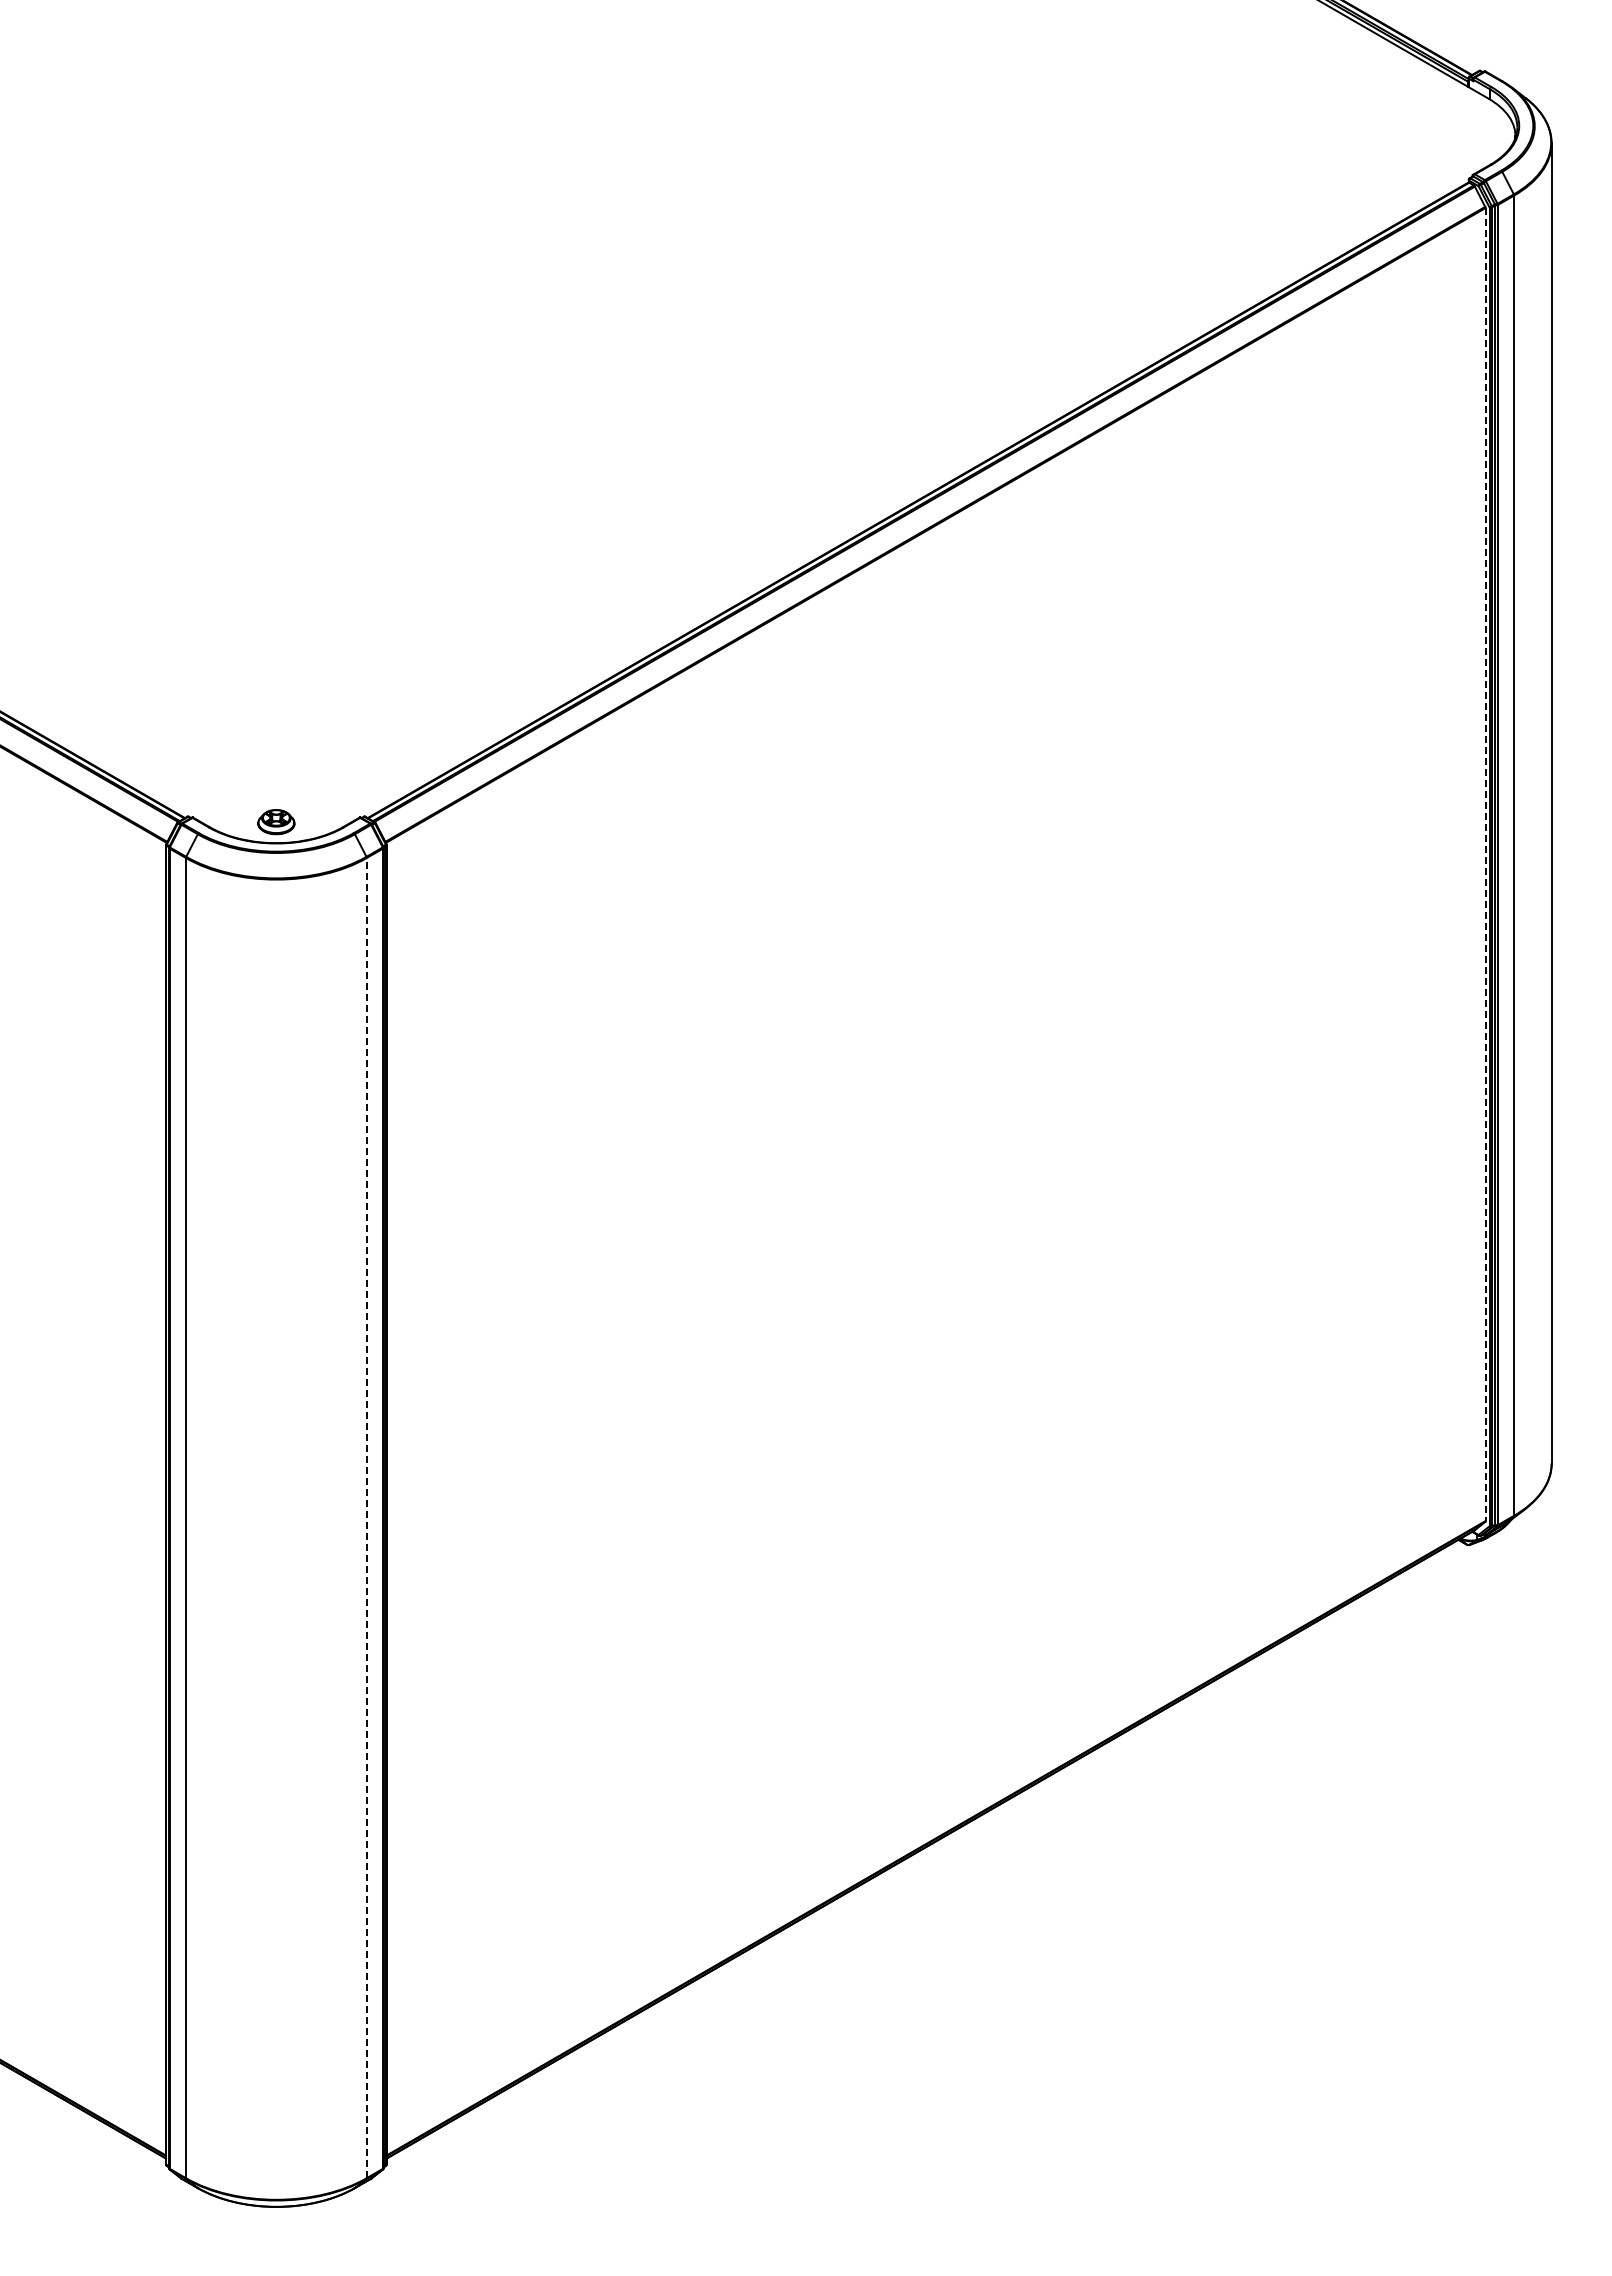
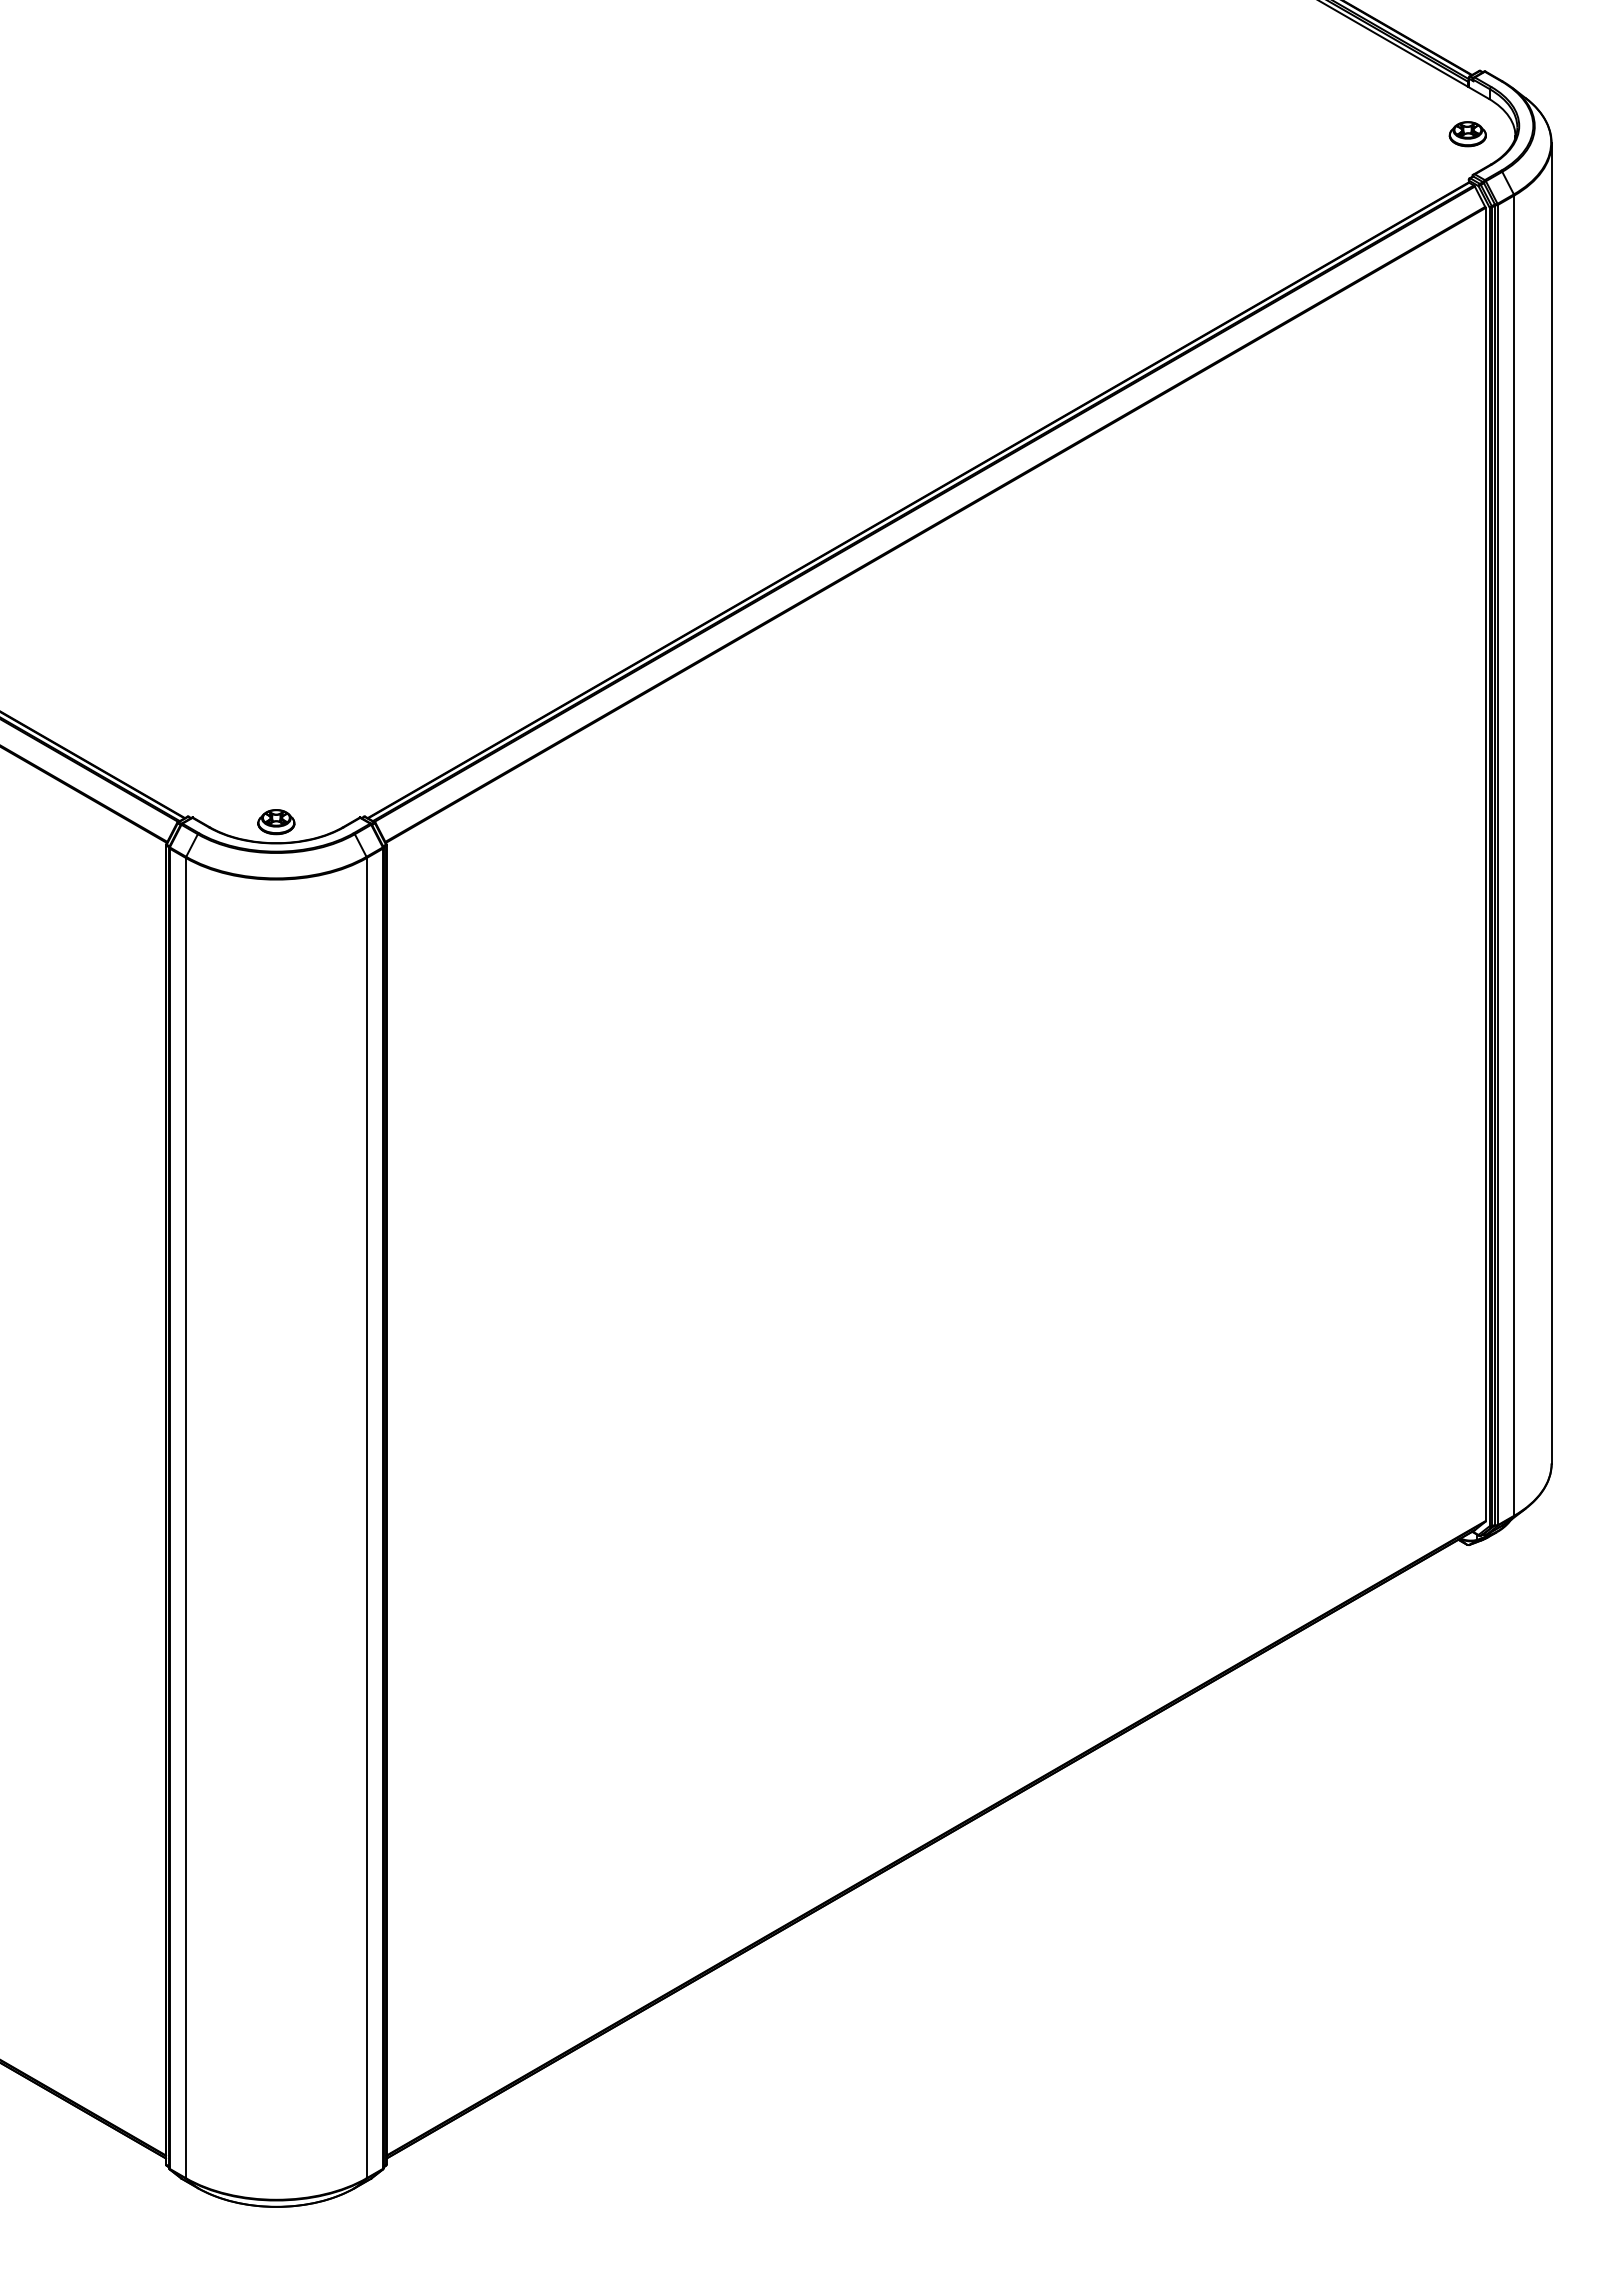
part at (1467, 134): none -> present
line at (1485, 864): dashed -> solid
line at (366, 1517): dashed -> solid
